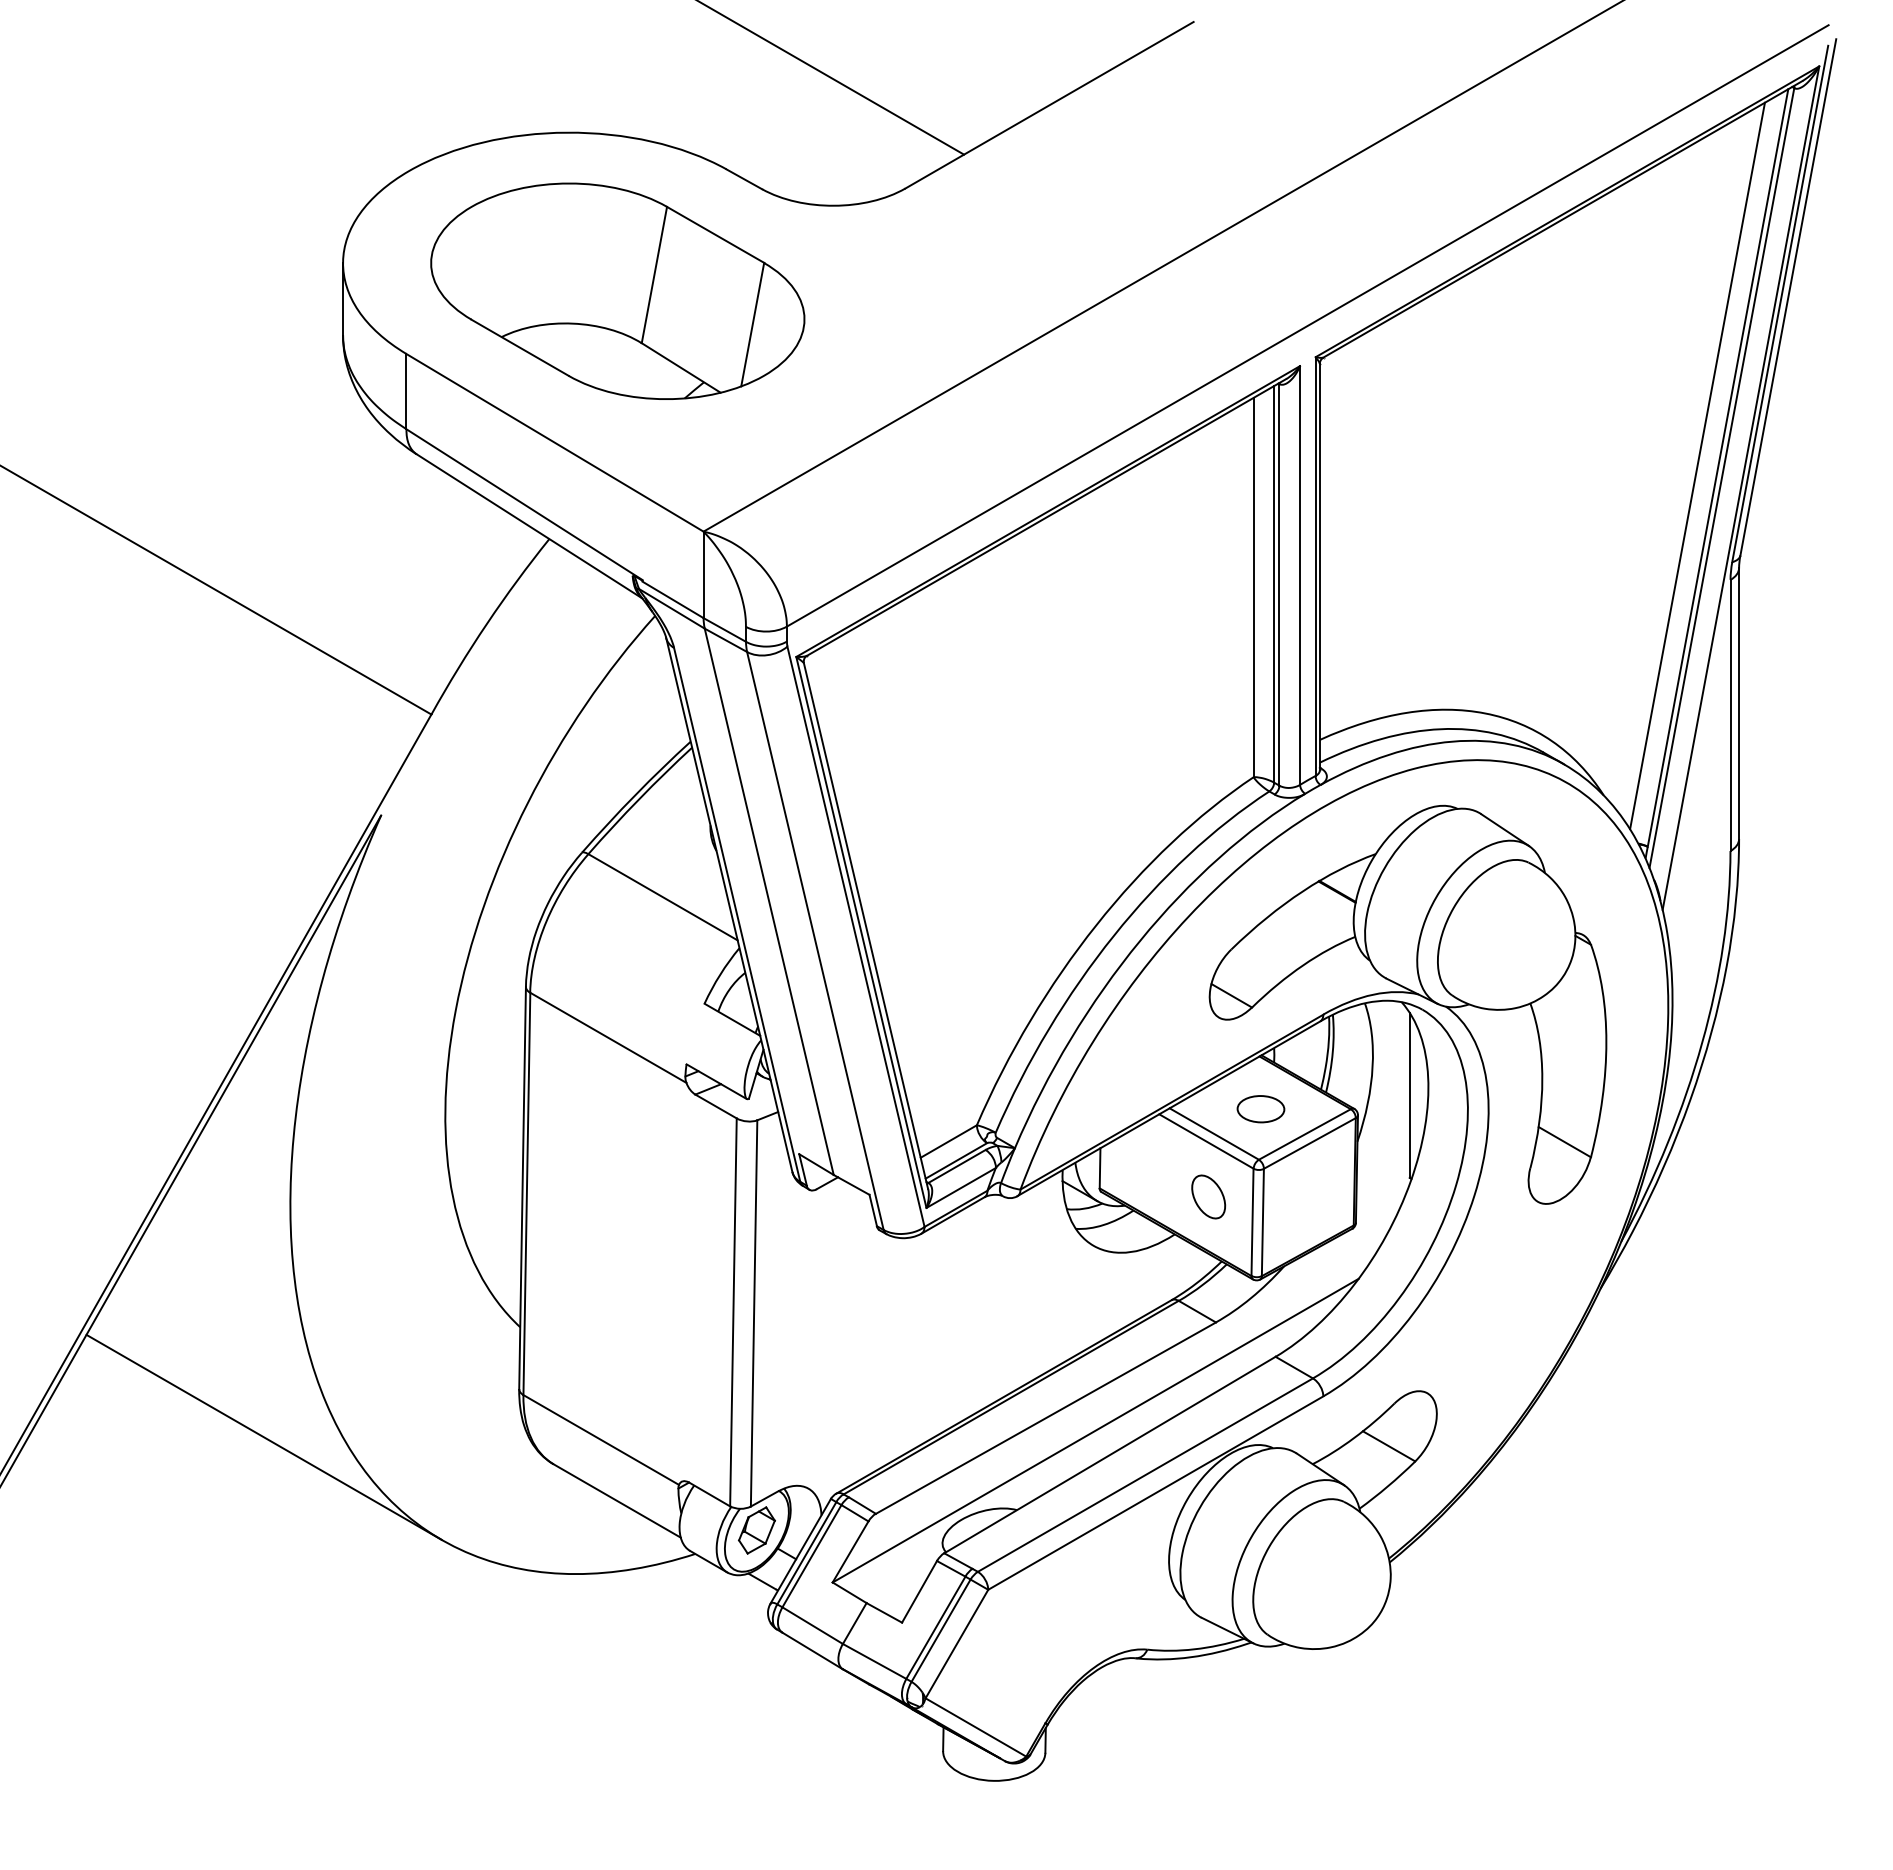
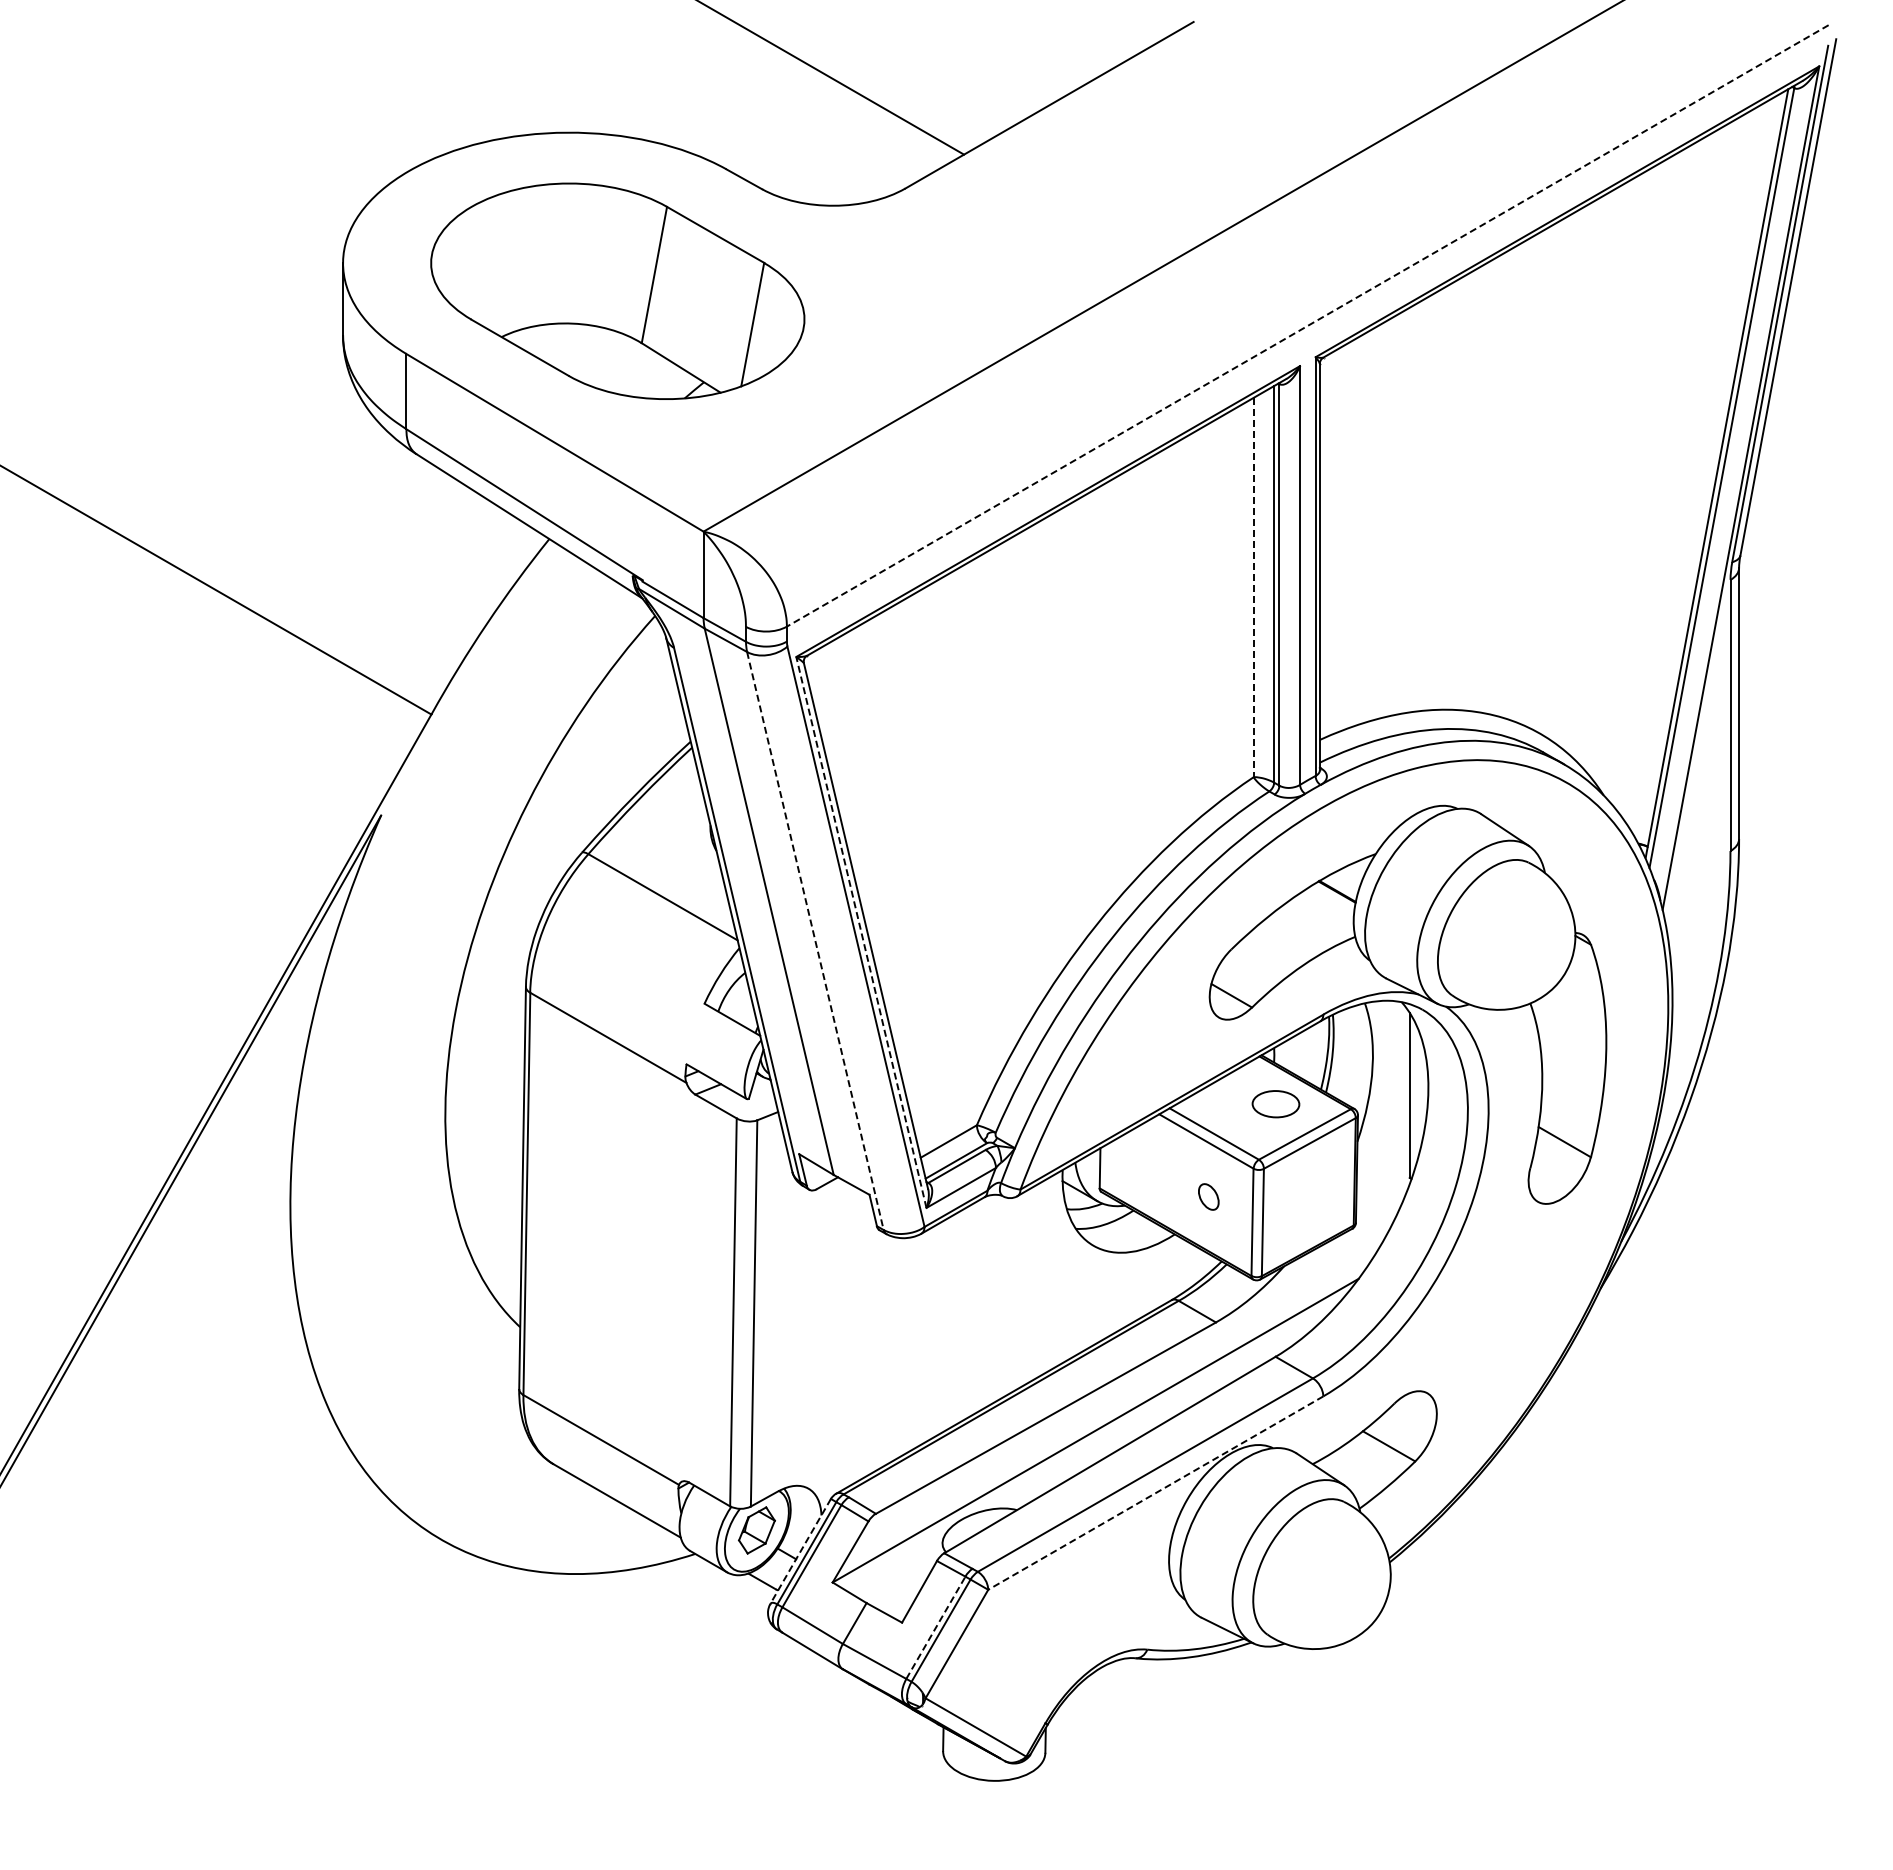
line at (1307, 326): solid -> dashed
line at (1697, 465): present -> none
line at (1253, 587): solid -> dashed
line at (861, 931): solid -> dashed
line at (815, 941): solid -> dashed
part at (1260, 1109) position: (1260, 1109) -> (1275, 1104)
part at (1208, 1196) size: 36x46 px -> 22x28 px
line at (263, 1436): present -> none
line at (1155, 1493): solid -> dashed
line at (800, 1551): solid -> dashed
line at (936, 1627): solid -> dashed
